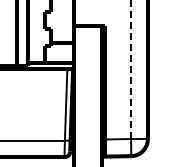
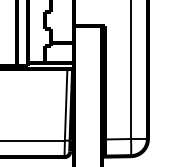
line at (131, 69): dashed -> solid
